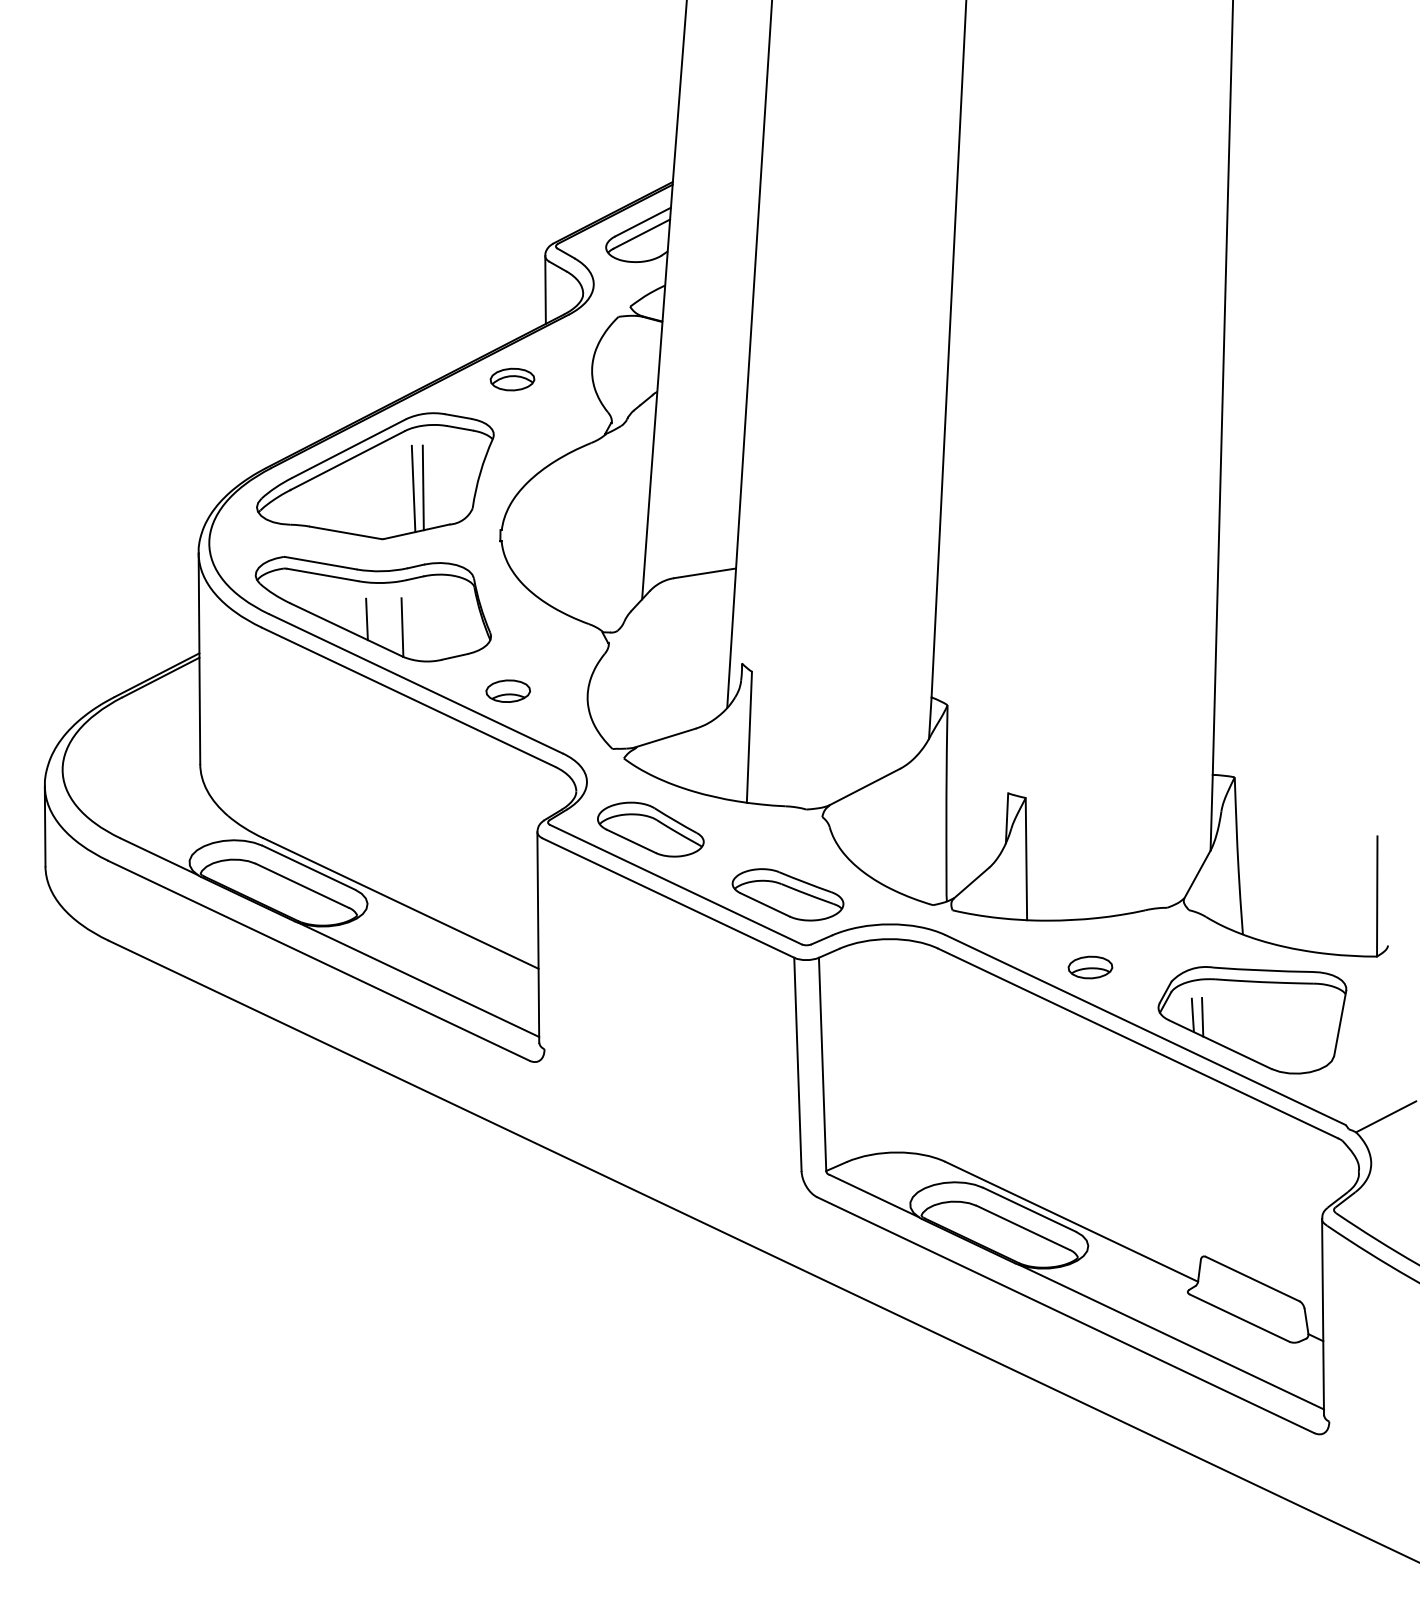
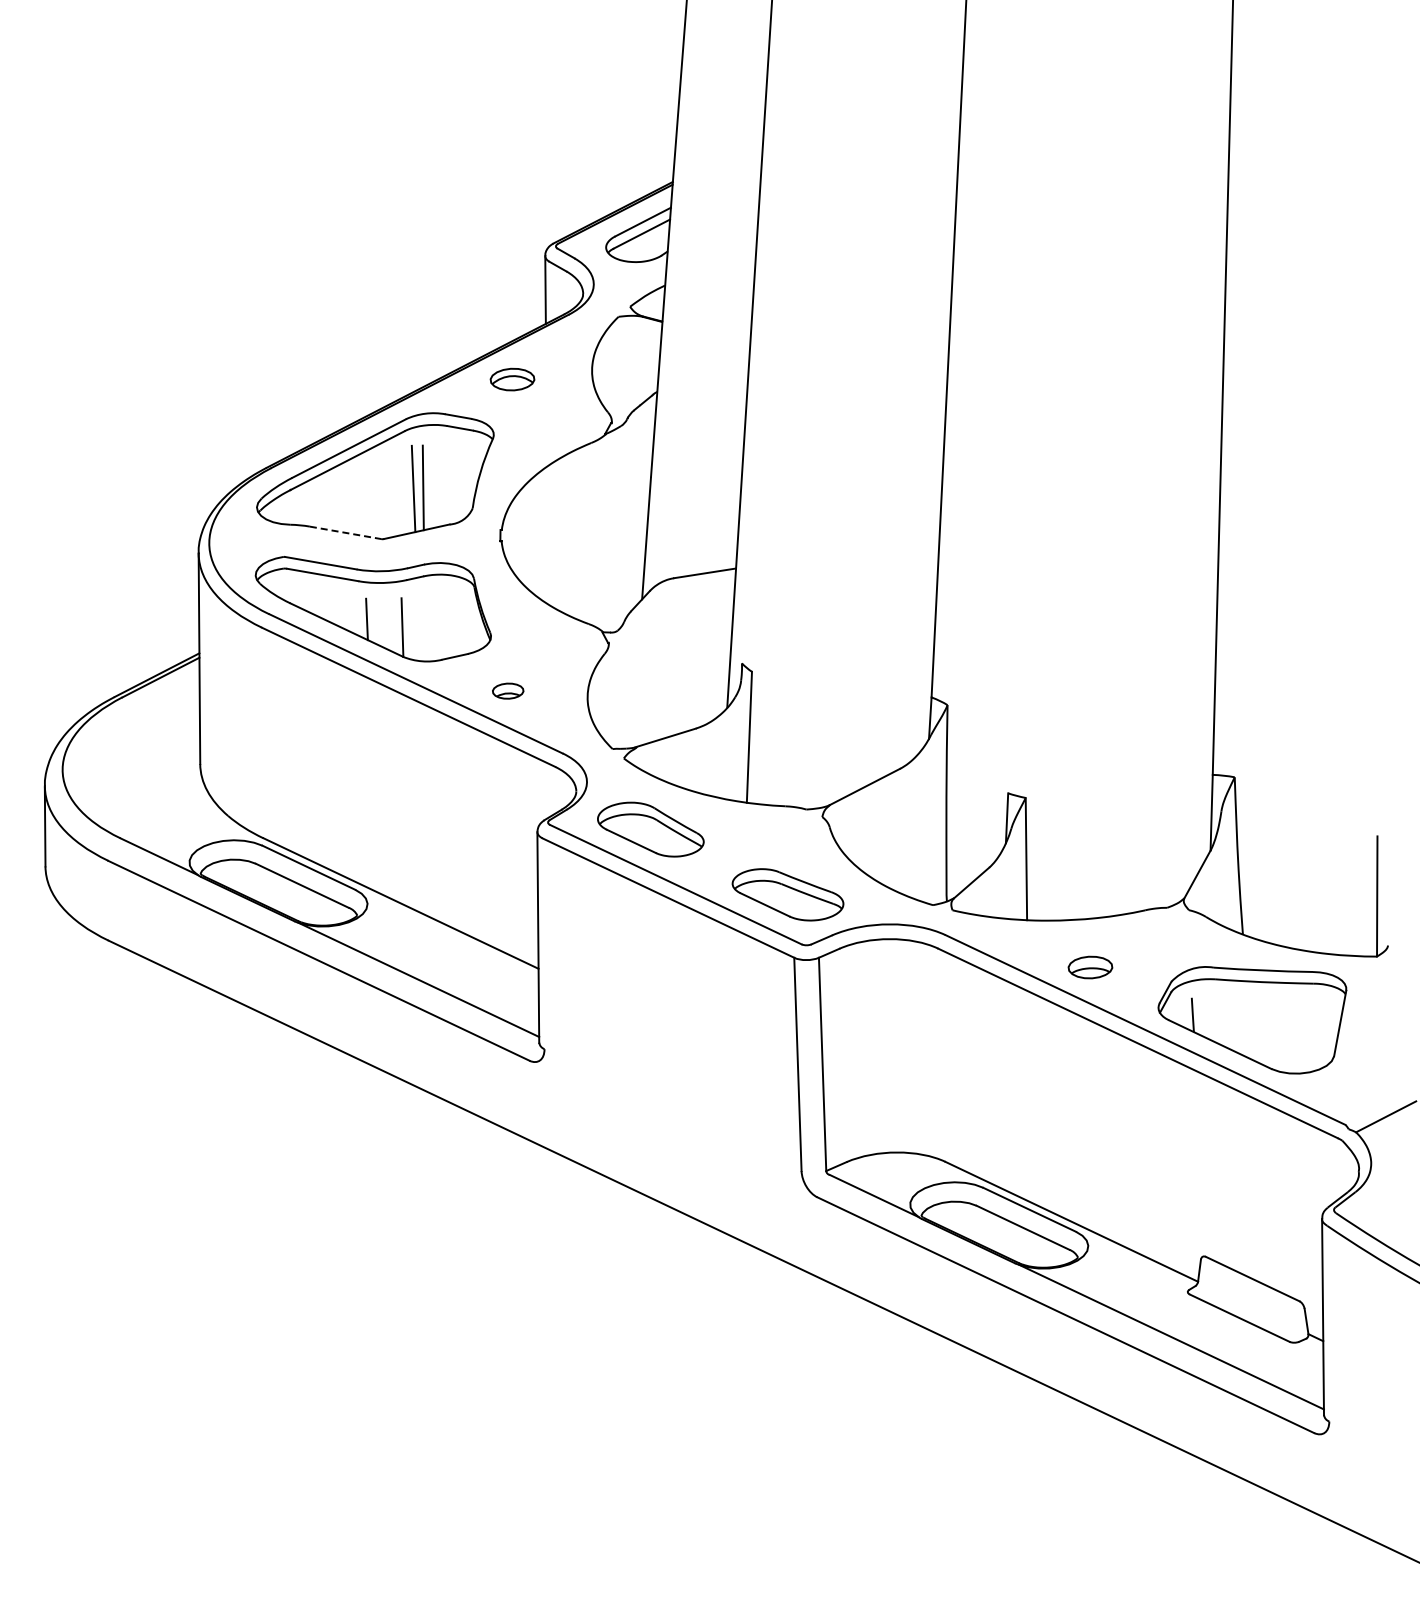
line at (345, 532): solid -> dashed
part at (507, 690) size: 46x24 px -> 33x18 px
line at (1202, 1017): present -> none
